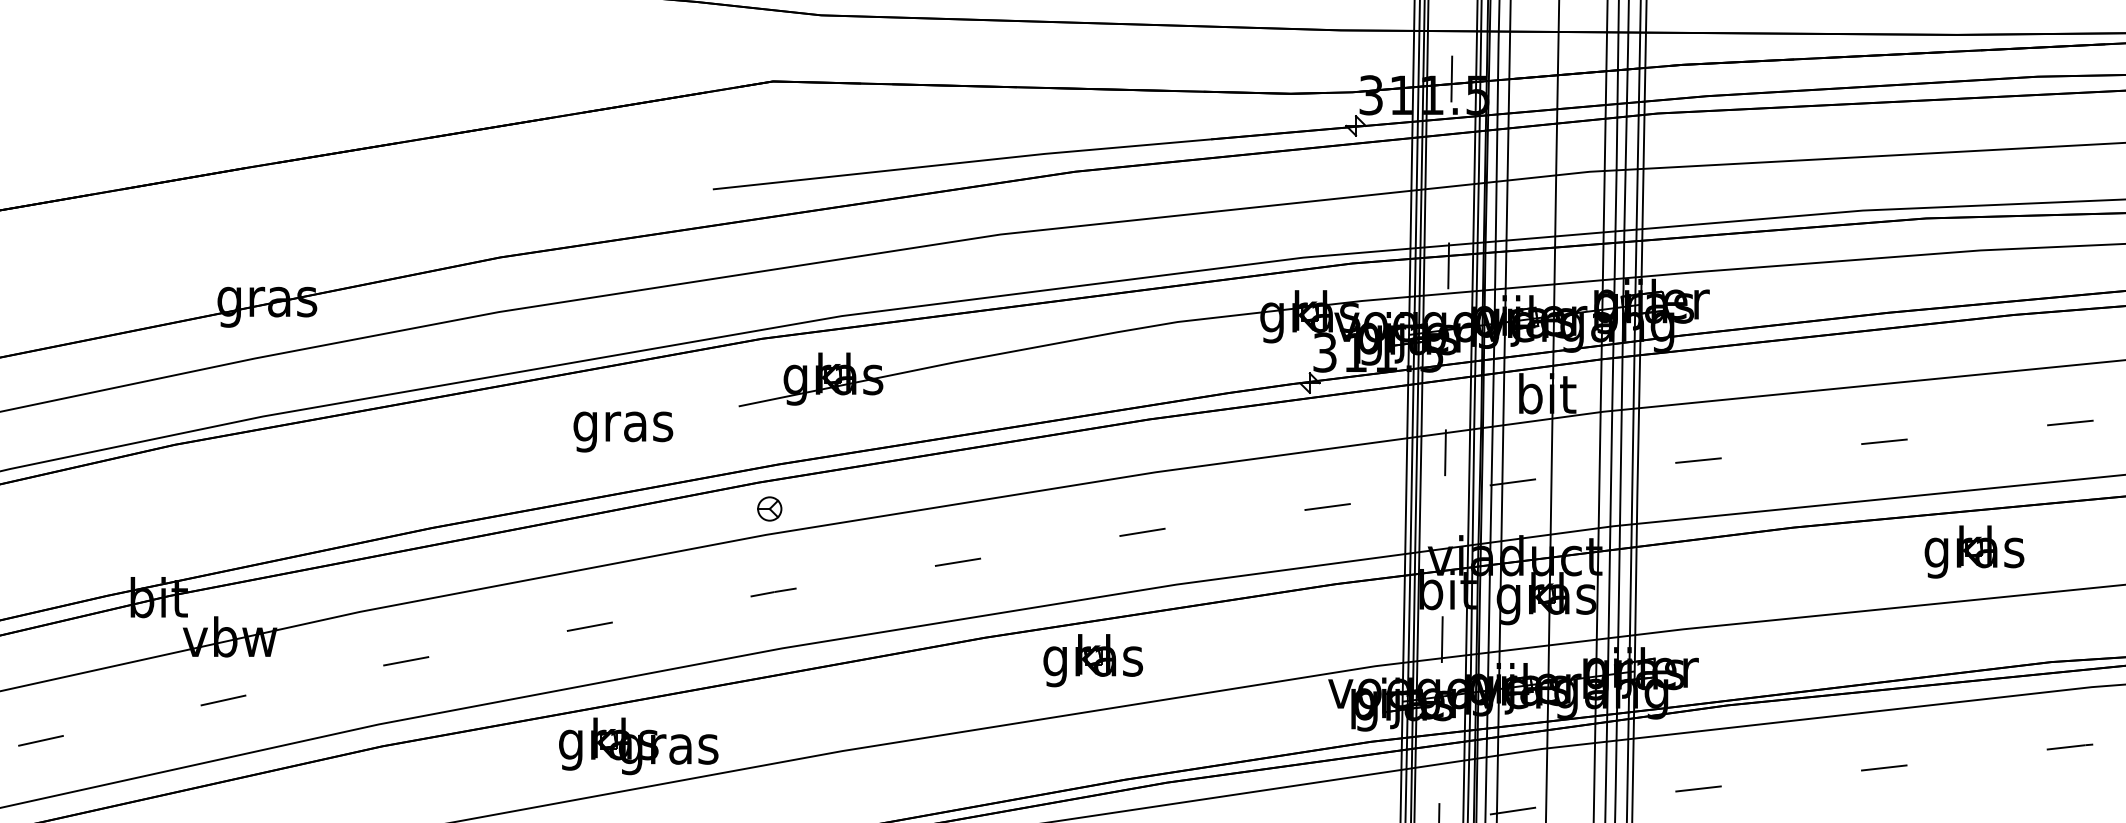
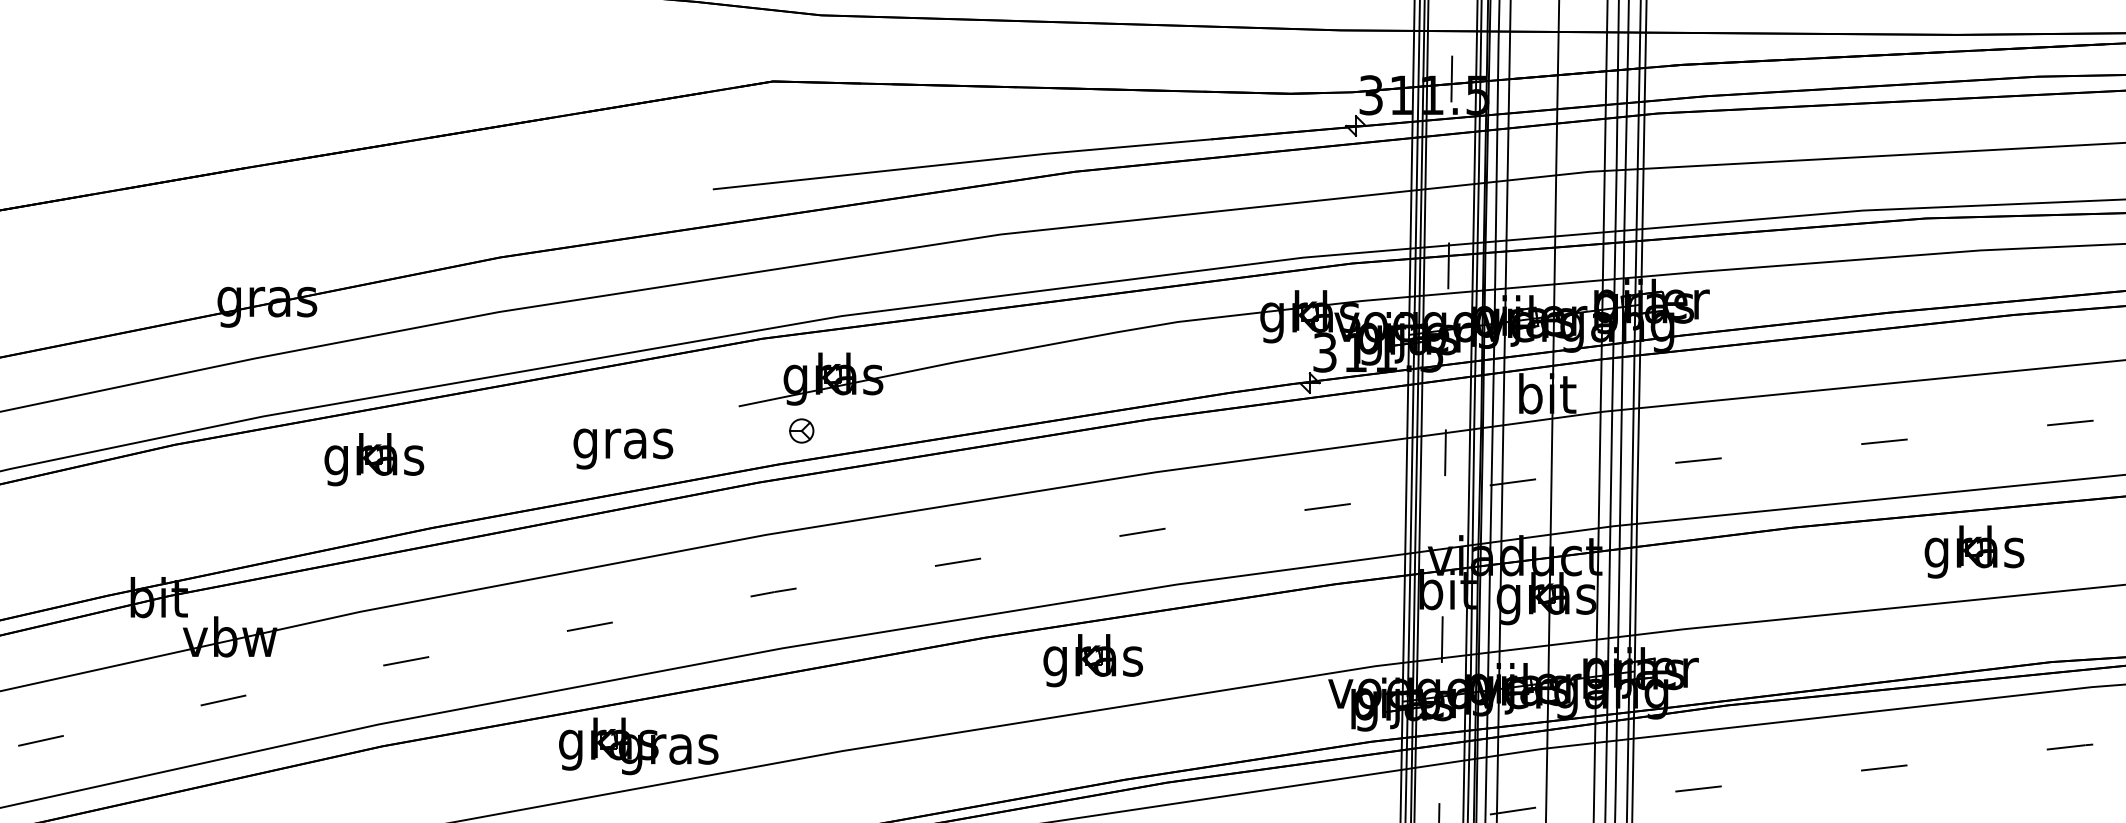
text at (623, 431) position: (623, 431) -> (623, 448)
part at (374, 459): none -> present
part at (769, 508) position: (769, 508) -> (801, 430)
